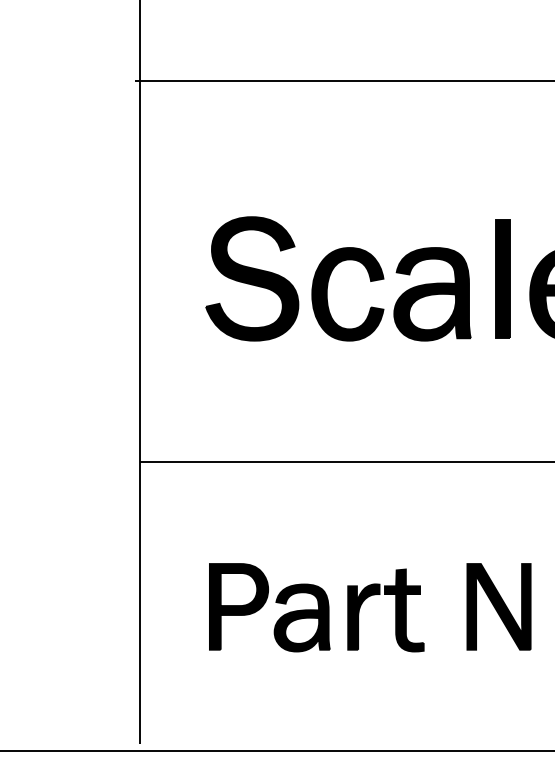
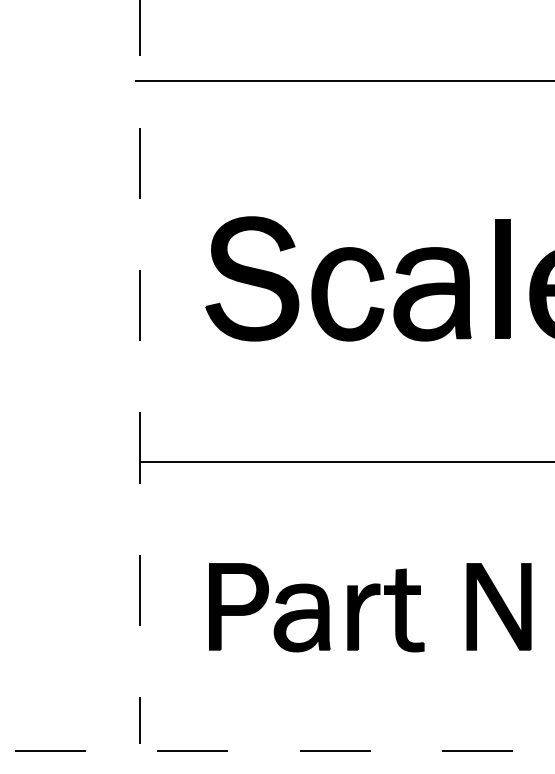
line at (139, 371): solid -> dashed
line at (278, 750): solid -> dashed
